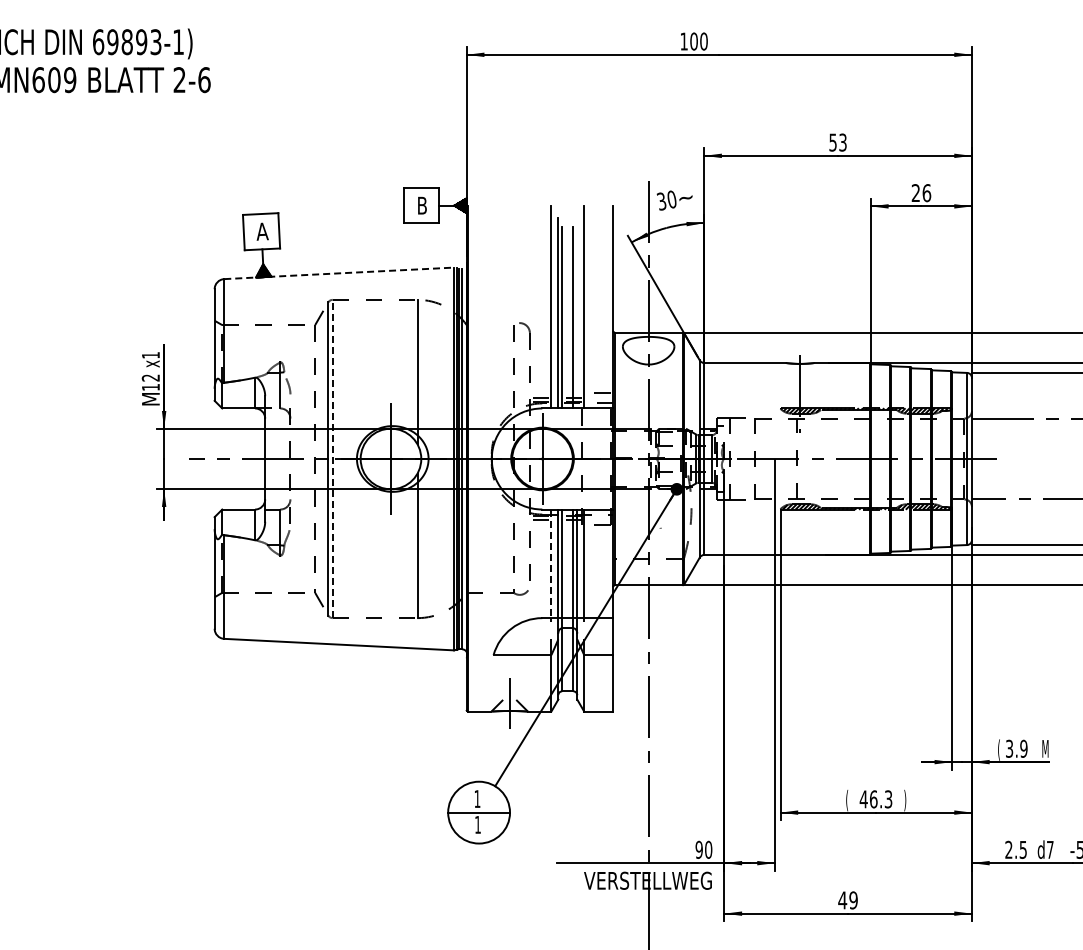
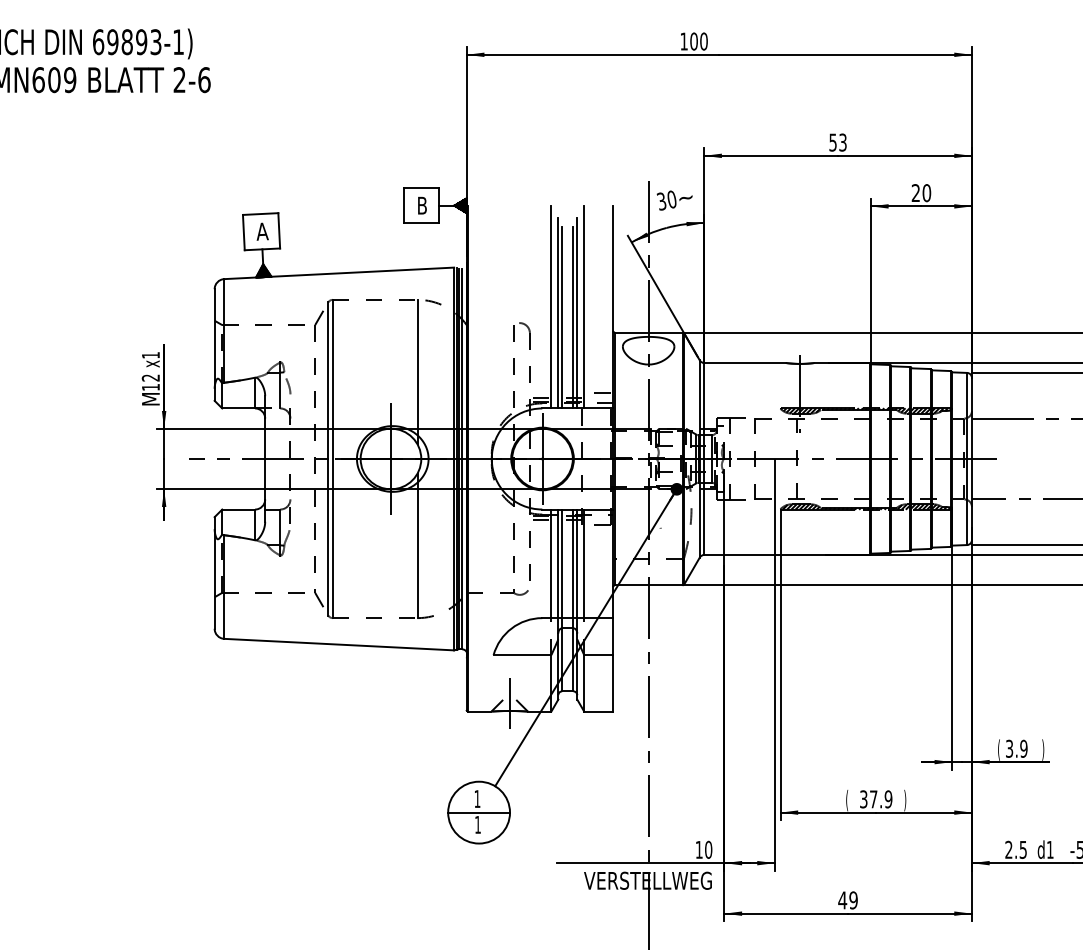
text at (926, 192): 26 -> 20
line at (339, 273): dashed -> solid
line at (577, 313): none -> present
line at (332, 458): dashed -> solid
line at (551, 564): dashed -> solid
text at (1045, 749): M -> )
text at (875, 799): 46.3 -> 37.9
text at (698, 849): 90 -> 10
text at (1050, 849): d7 -> d1
